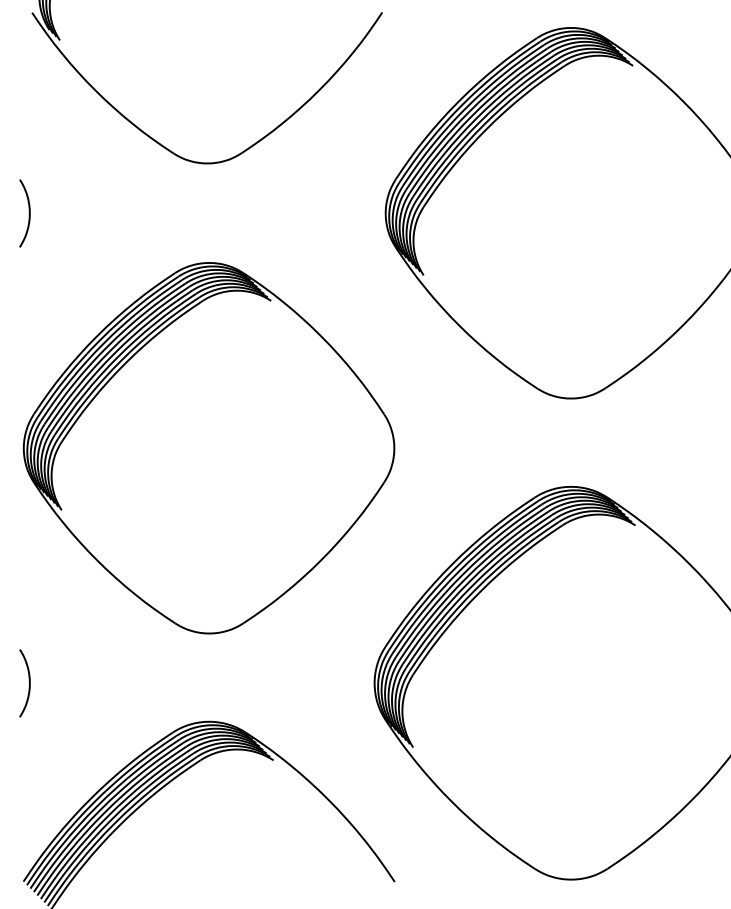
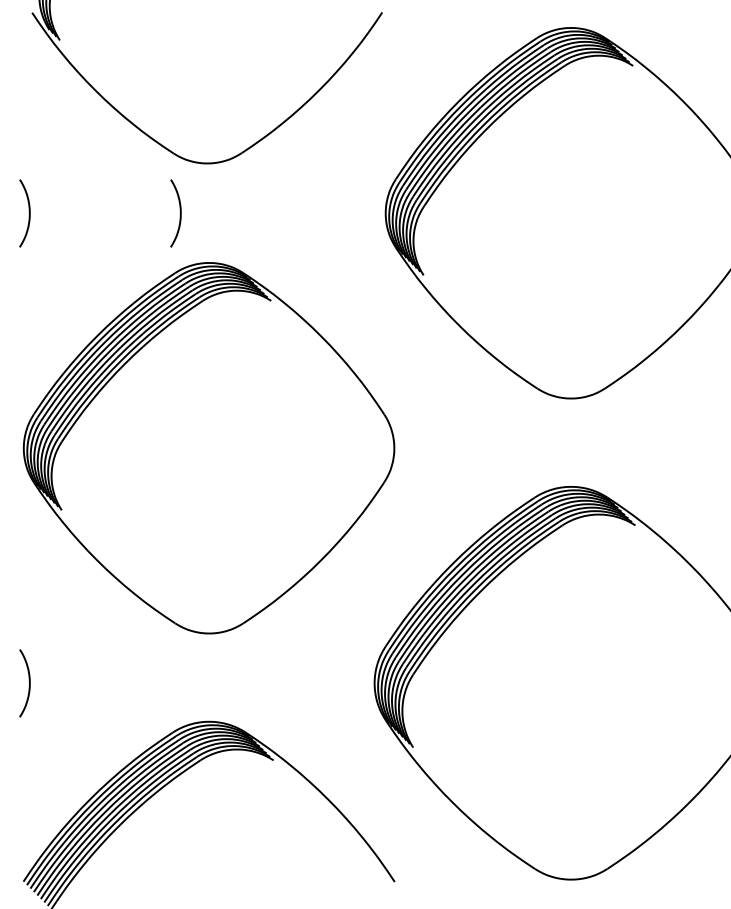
curve at (179, 212): none -> present
